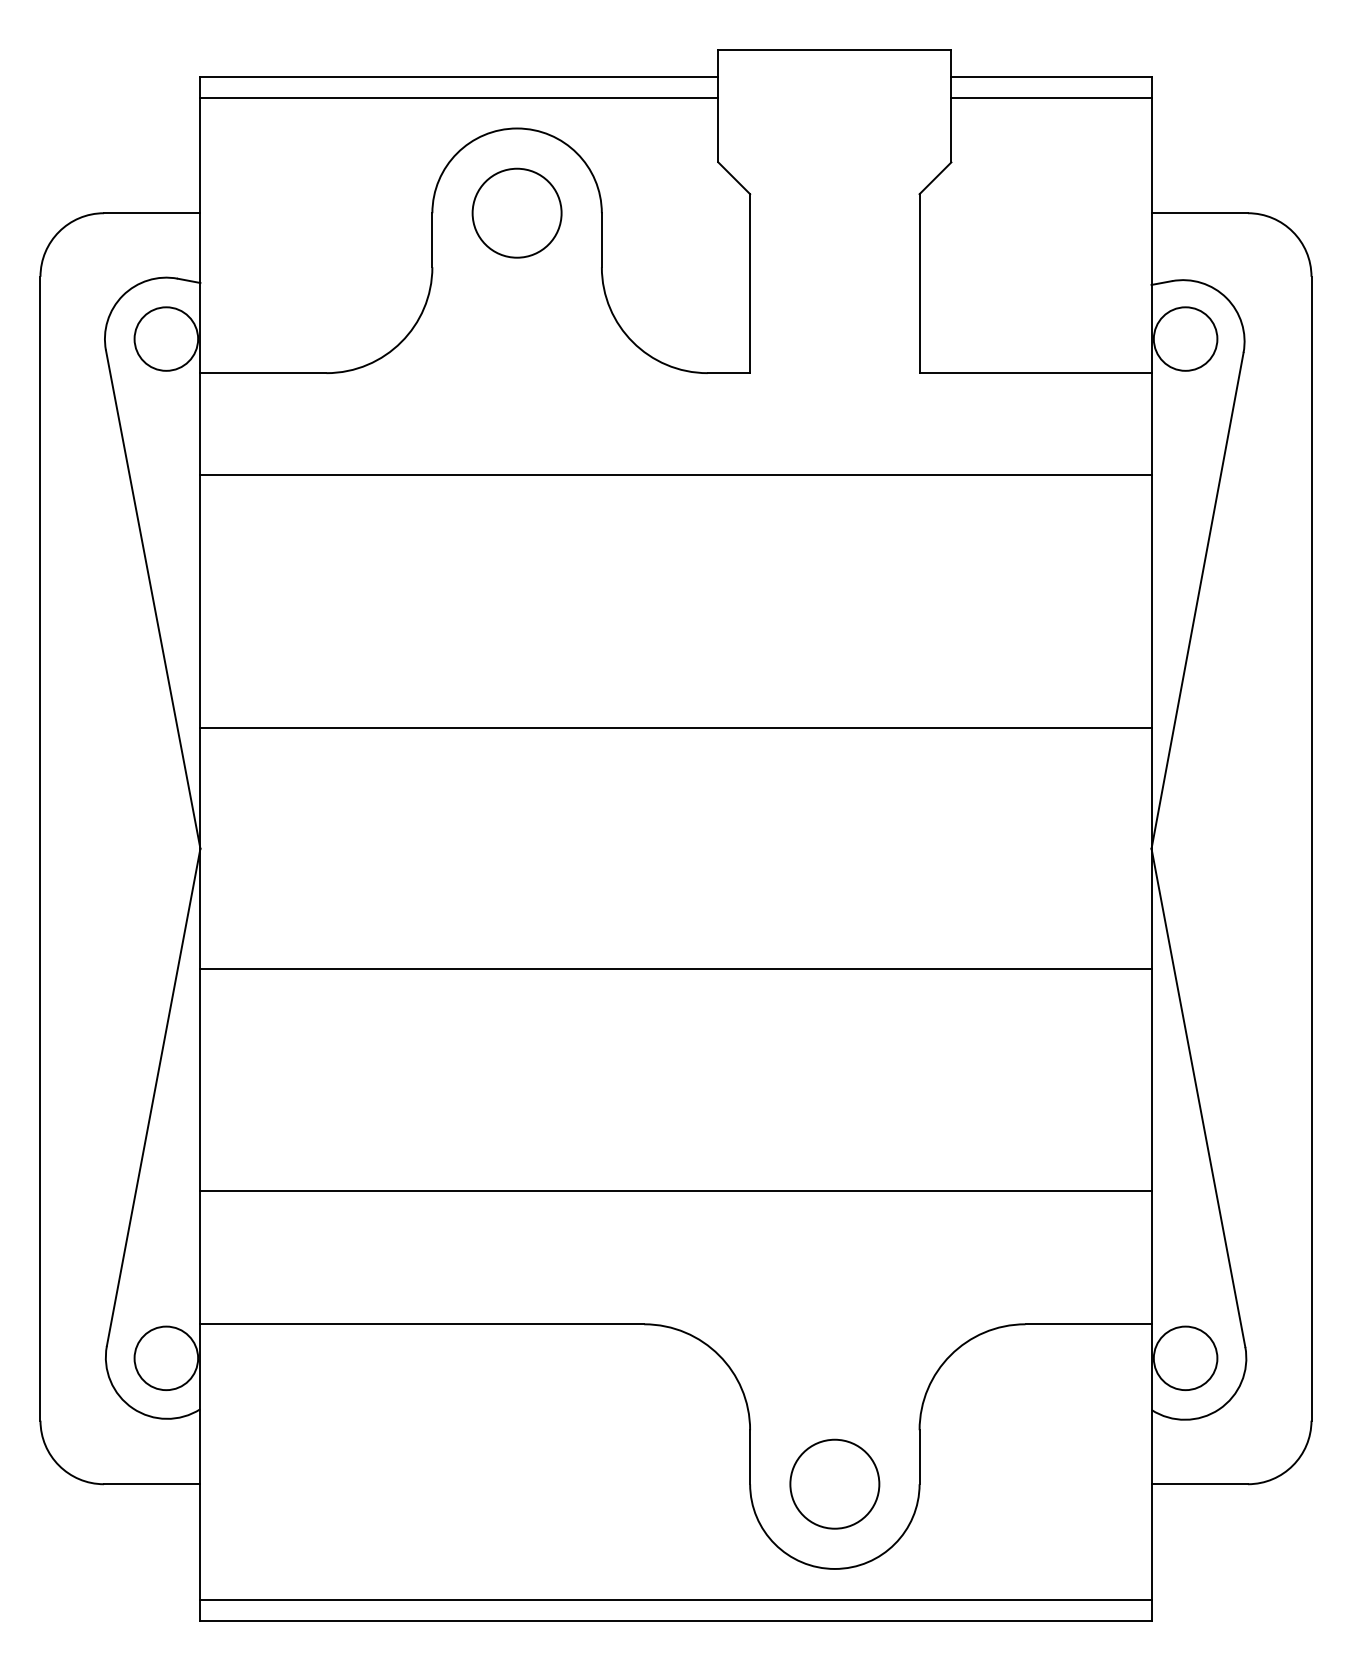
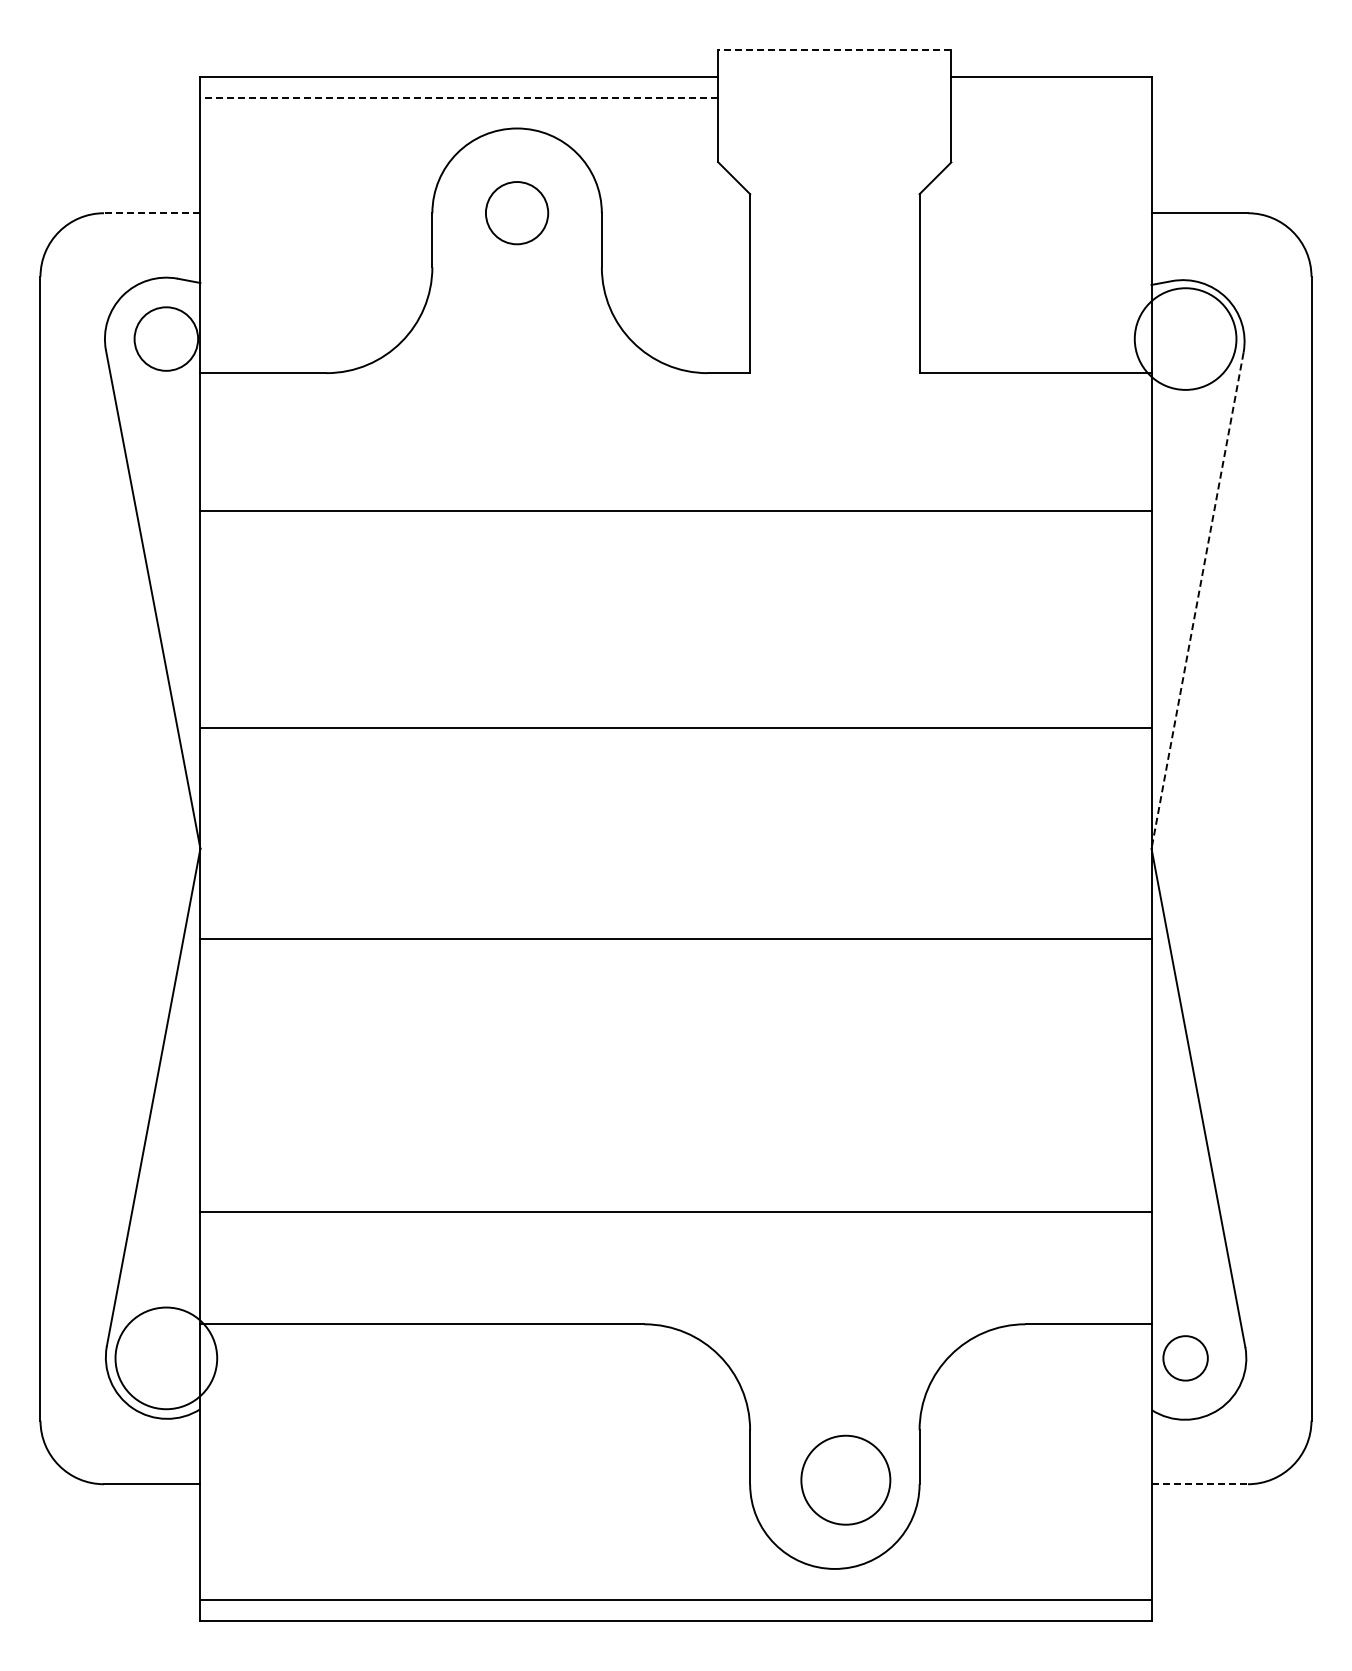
line at (834, 50): solid -> dashed
line at (459, 97): solid -> dashed
line at (1051, 97): present -> none
circle at (516, 212) size: 92x92 px -> 65x65 px
line at (151, 213): solid -> dashed
circle at (1185, 338) diameter: 64 px -> 102 px
line at (675, 474) position: (675, 474) -> (675, 510)
line at (1197, 601): solid -> dashed
line at (675, 969) position: (675, 969) -> (675, 939)
line at (675, 1190) position: (675, 1190) -> (675, 1211)
circle at (166, 1358) diameter: 64 px -> 102 px
circle at (1185, 1358) diameter: 64 px -> 44 px
circle at (834, 1483) position: (834, 1483) -> (845, 1479)
line at (1200, 1484): solid -> dashed
